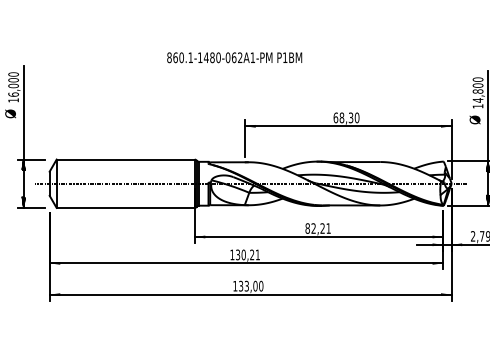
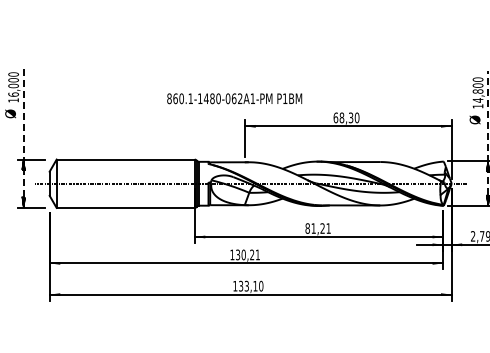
text at (234, 57) position: (234, 57) -> (234, 98)
line at (23, 137): solid -> dashed
line at (488, 138): solid -> dashed
text at (313, 228): 82,21 -> 81,21
text at (255, 285): 133,00 -> 133,10
